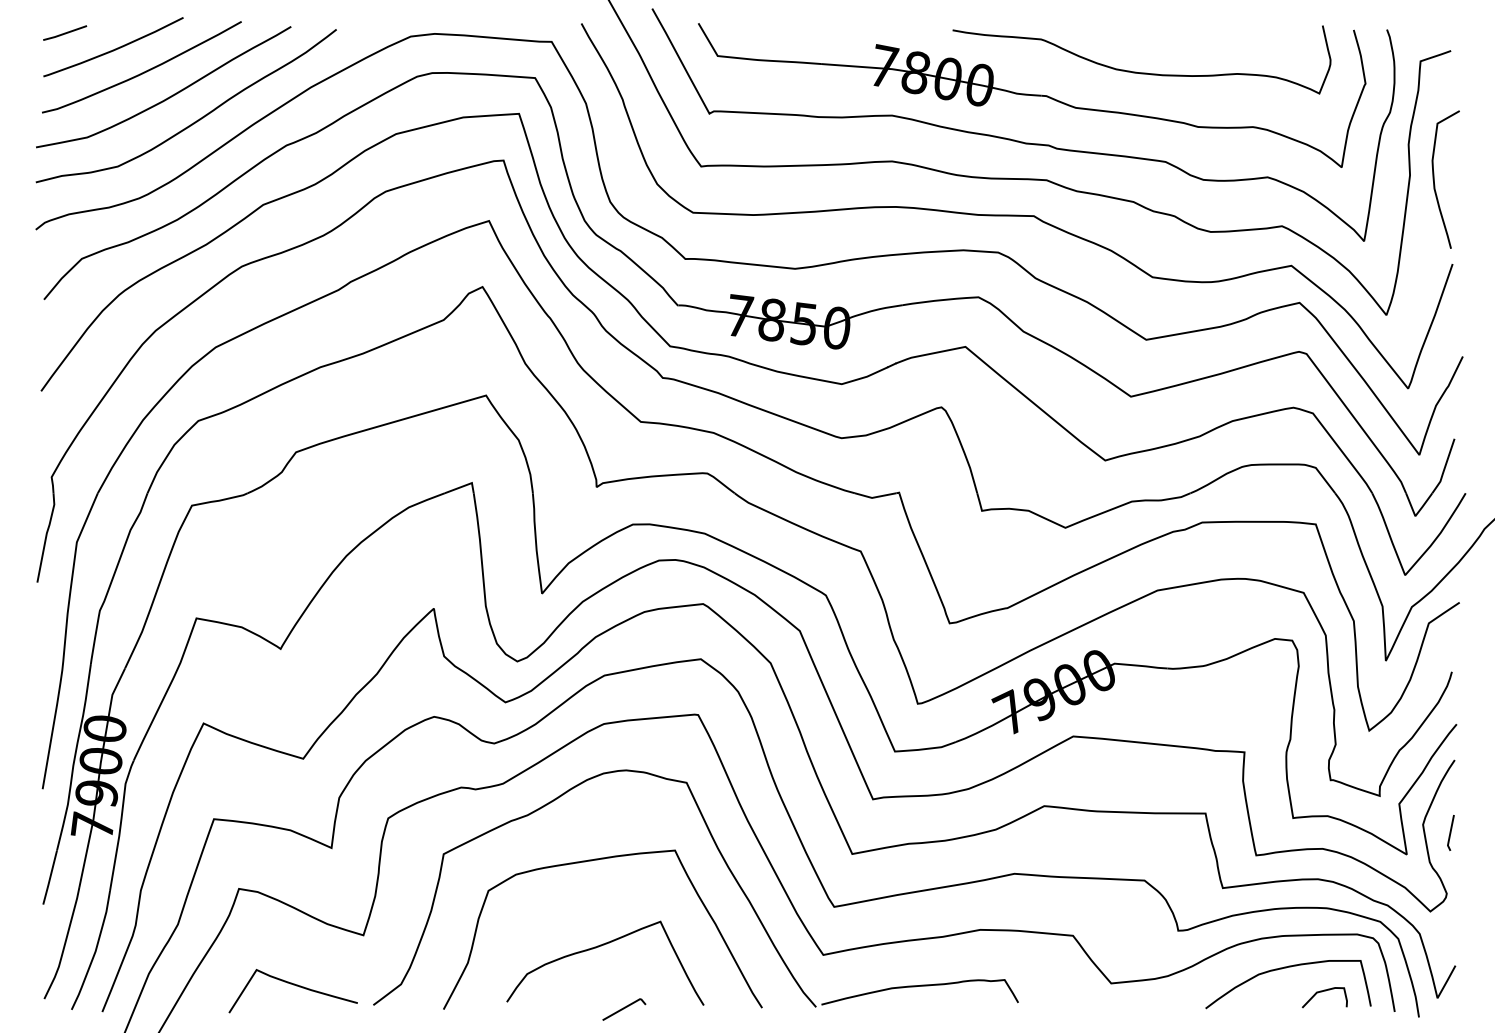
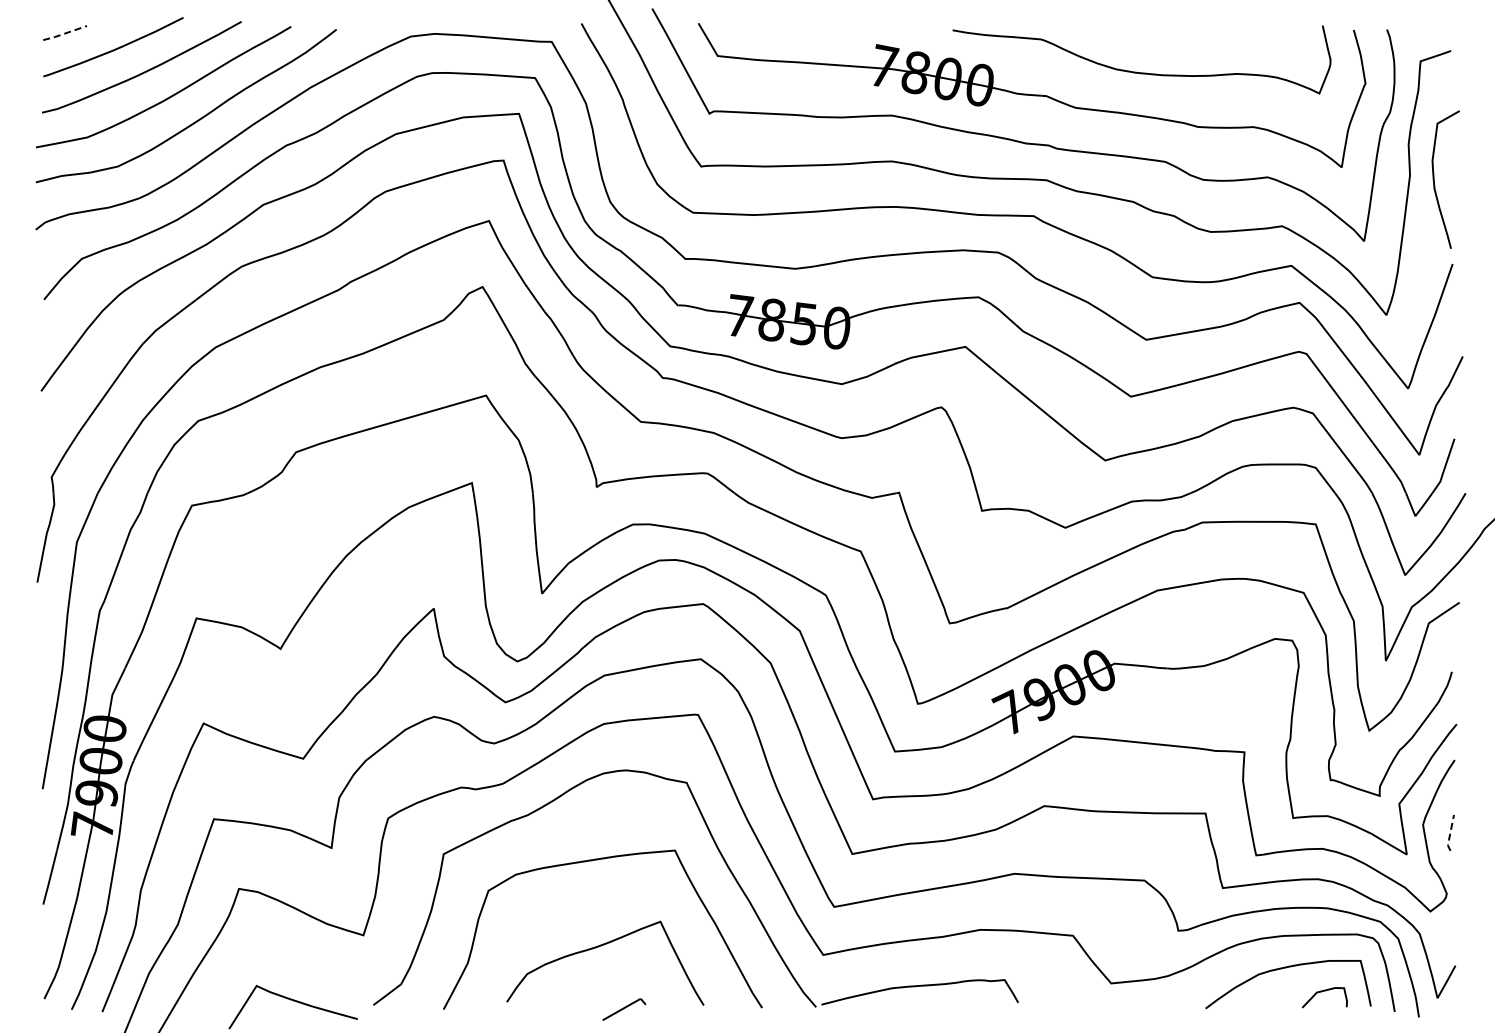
line at (64, 33): solid -> dashed
line at (1450, 834): solid -> dashed
curve at (293, 985) position: (293, 985) -> (293, 1001)
